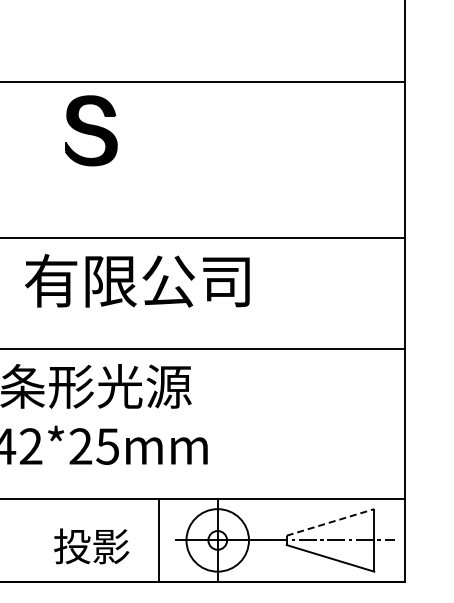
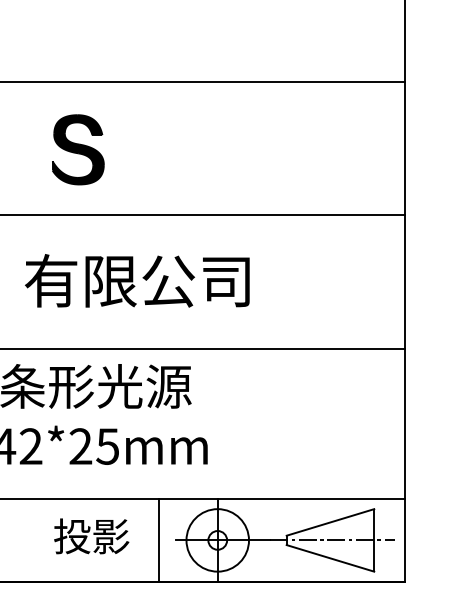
part at (91, 130) position: (91, 130) -> (78, 149)
line at (203, 238) position: (203, 238) -> (203, 215)
line at (330, 522): dashed -> solid
text at (91, 546) position: (91, 546) -> (91, 536)
